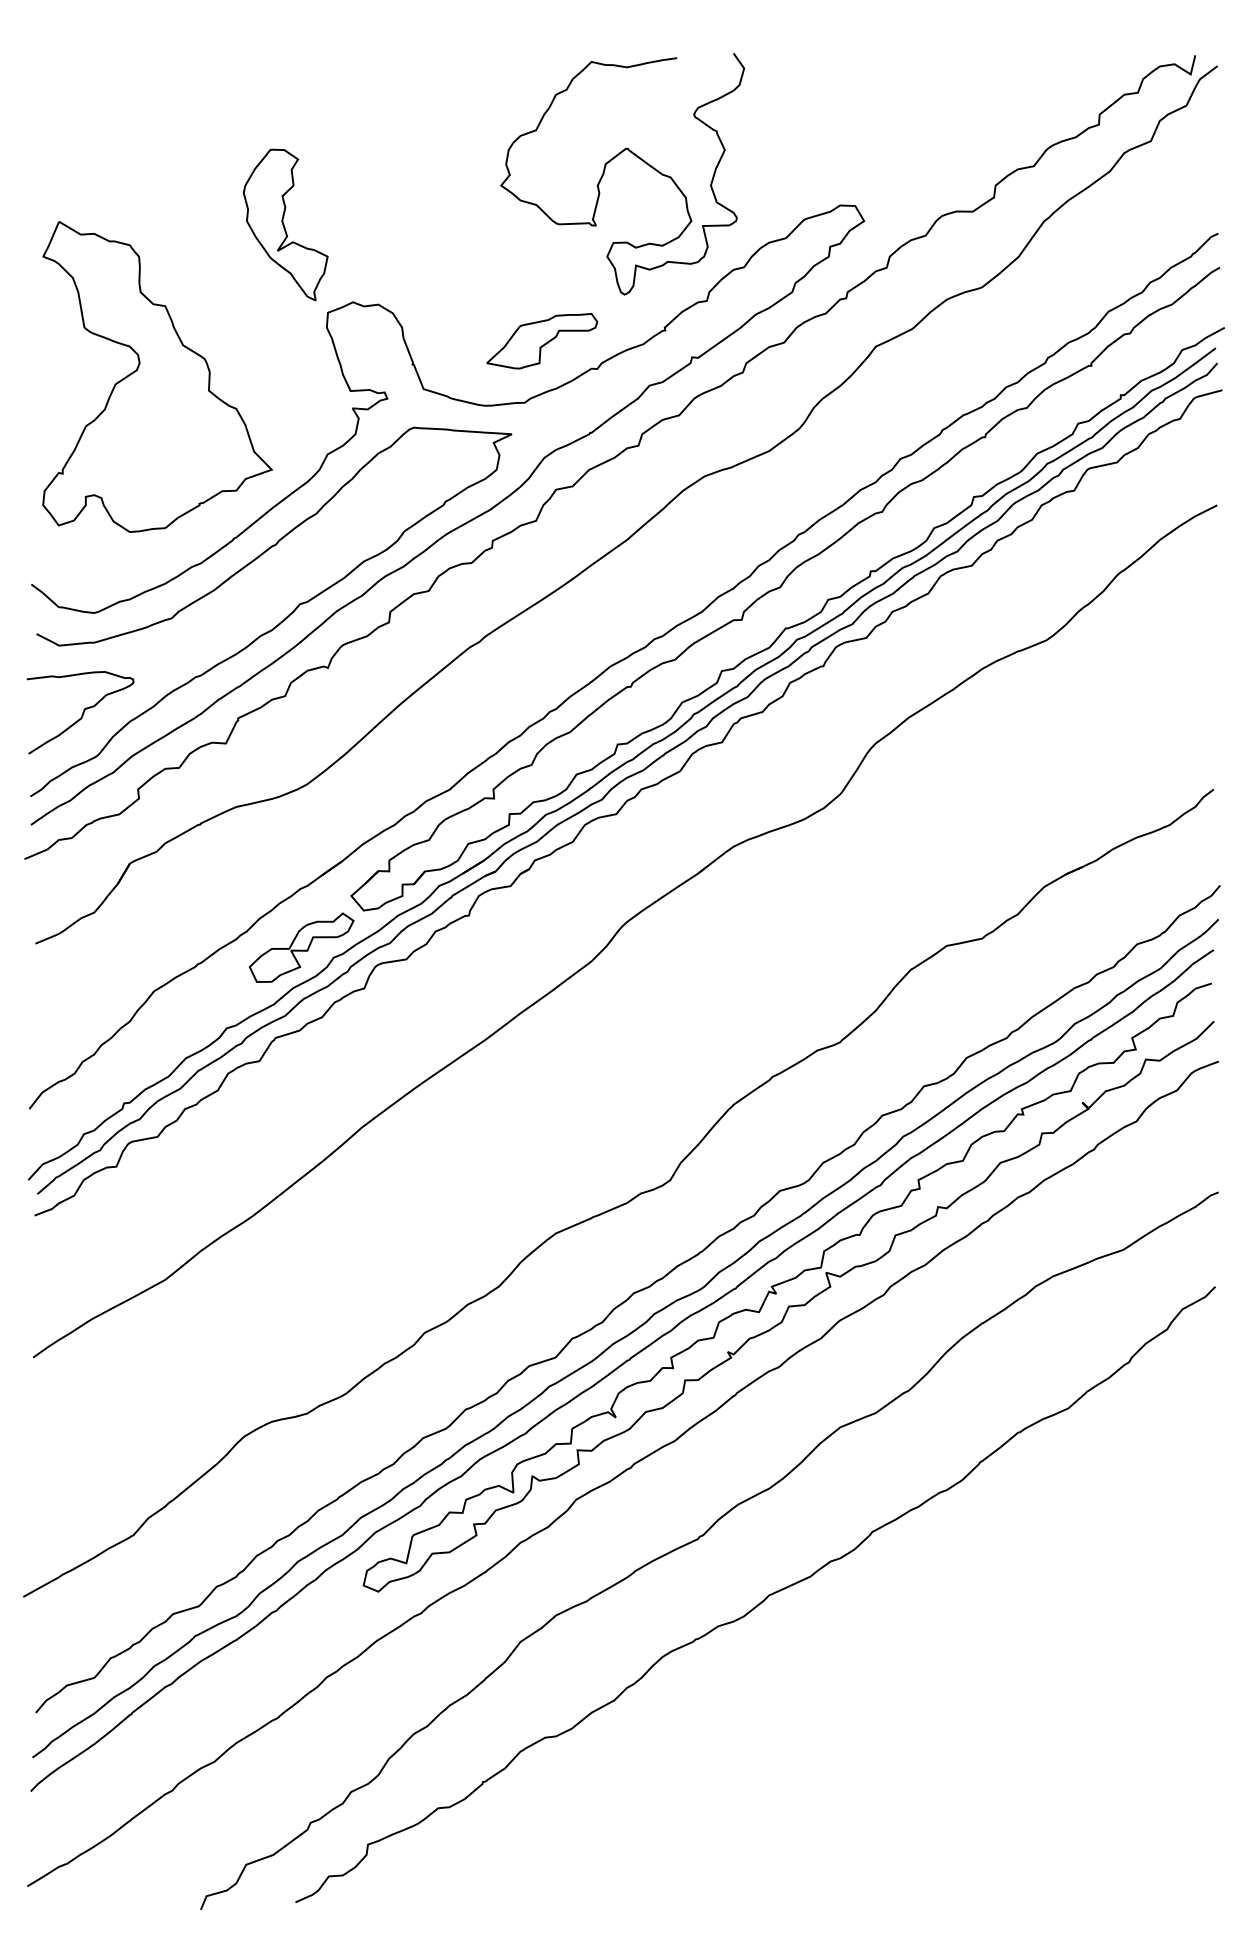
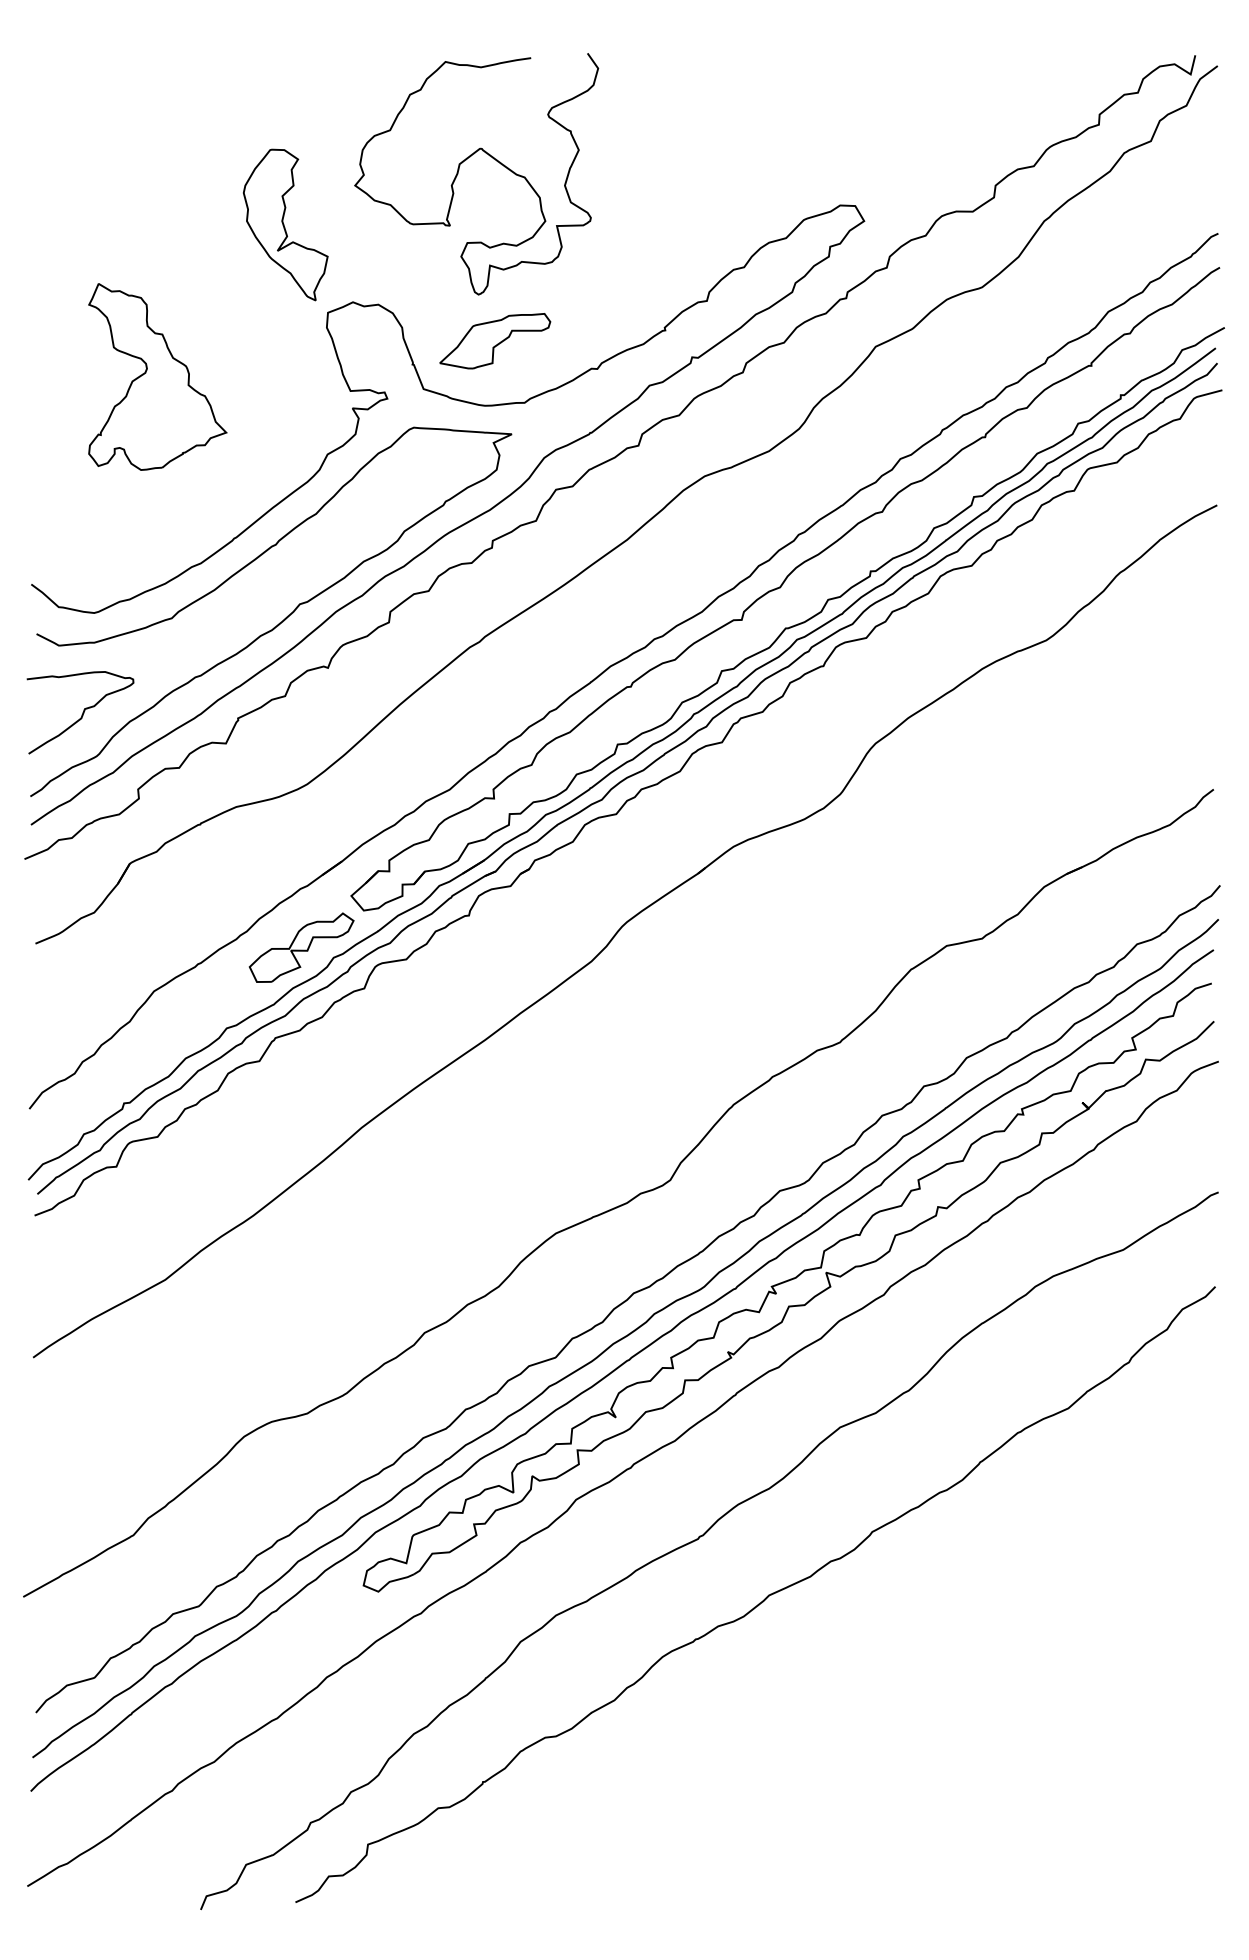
curve at (612, 160) position: (612, 160) -> (466, 160)
part at (542, 341) position: (542, 341) -> (495, 341)
part at (157, 376) size: 232x312 px -> 140x188 px
